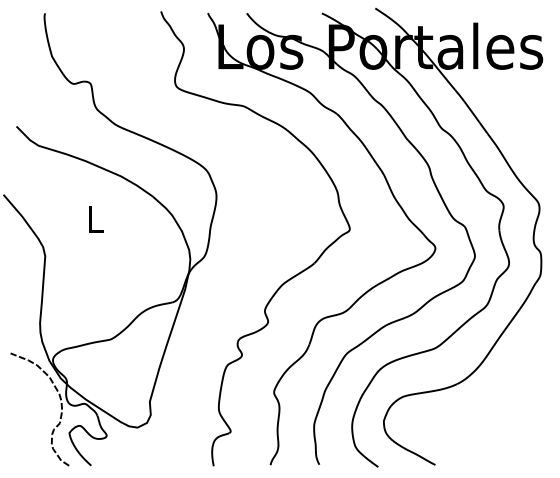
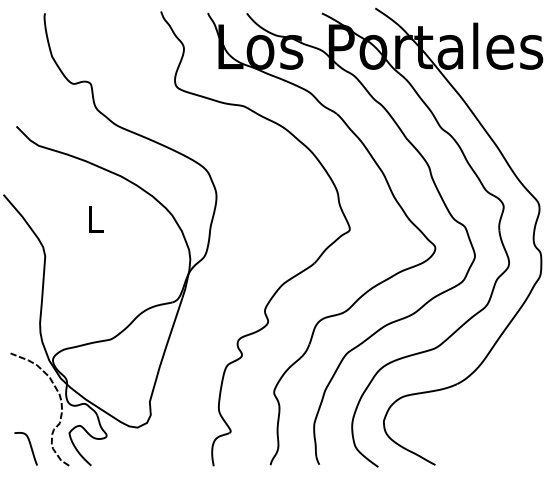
curve at (29, 445): none -> present
